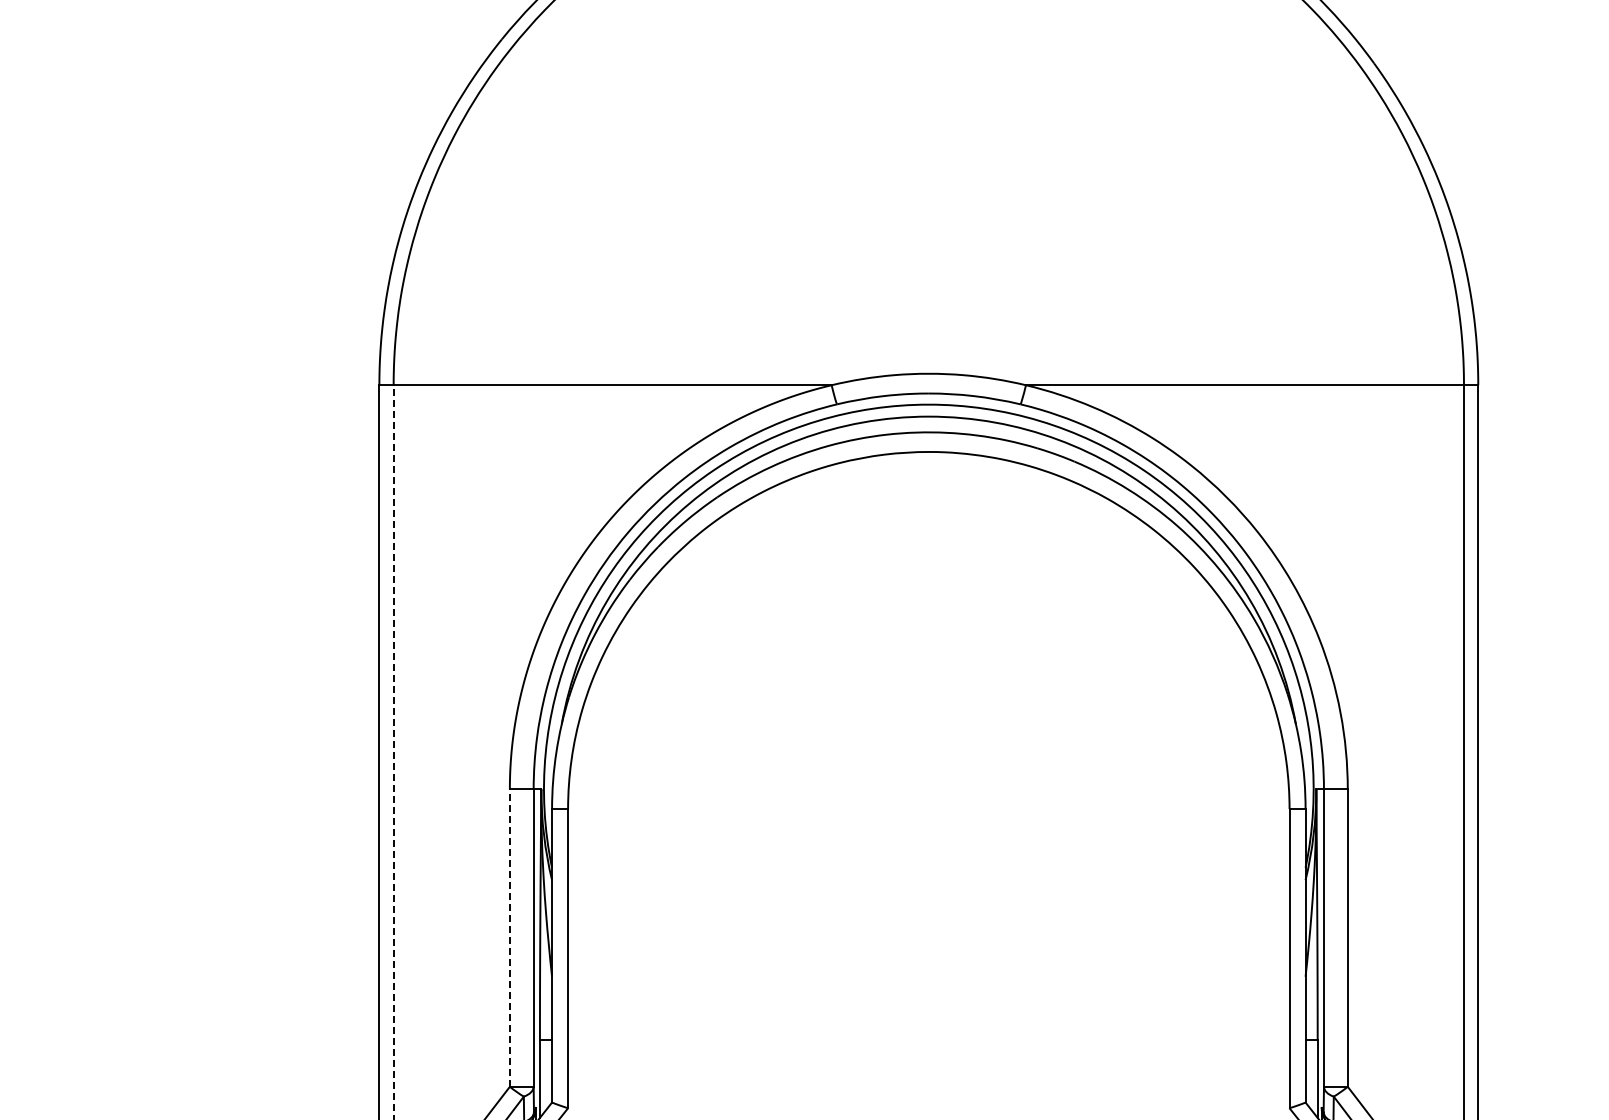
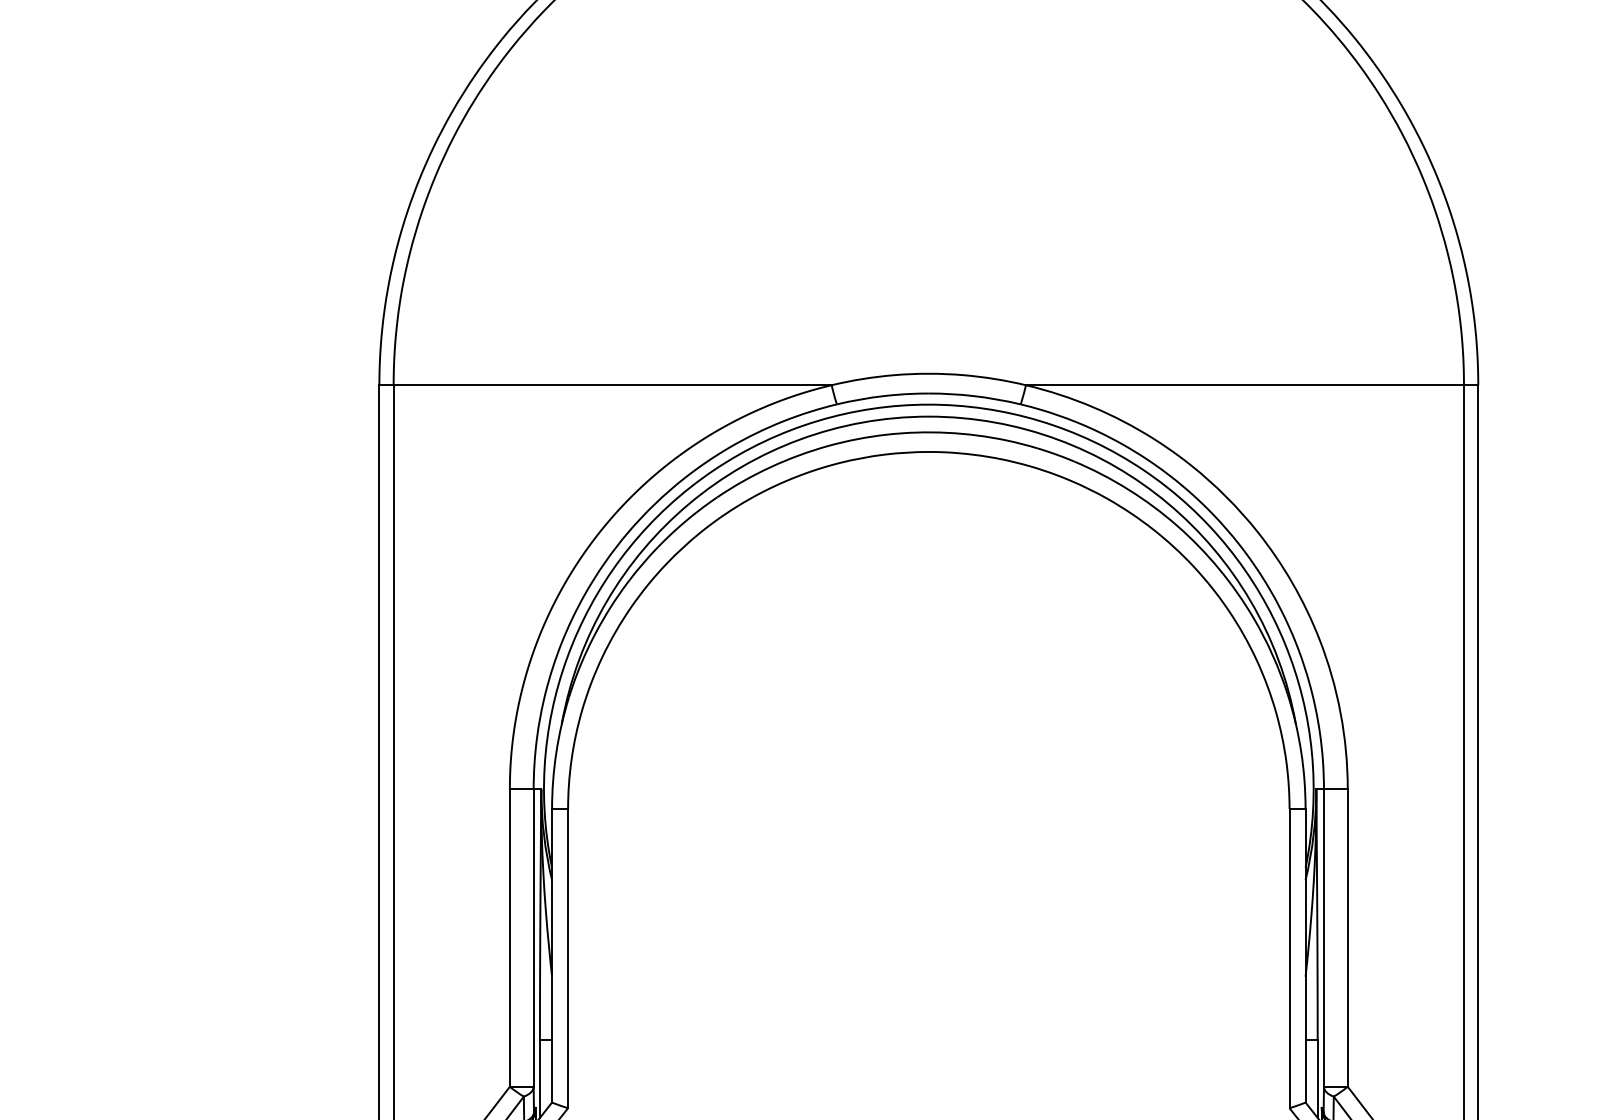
line at (393, 751): dashed -> solid
line at (509, 938): dashed -> solid
